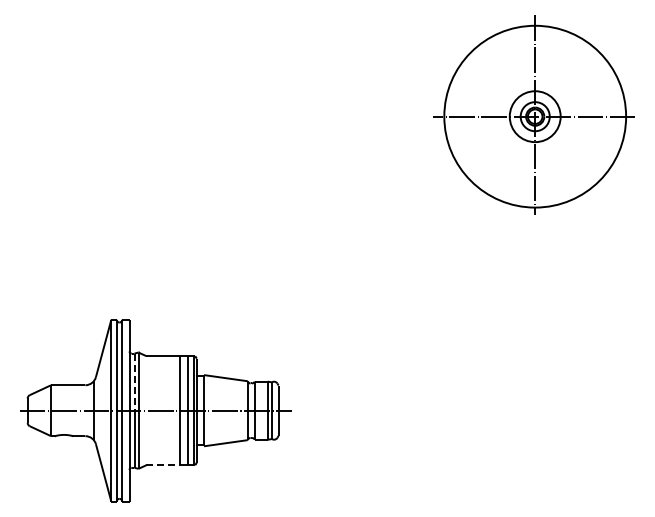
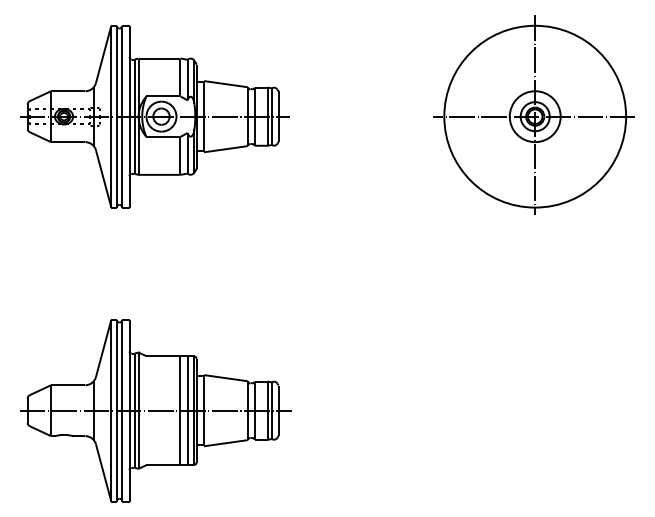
part at (154, 116): none -> present
line at (134, 382): dashed -> solid
line at (163, 465): dashed -> solid
